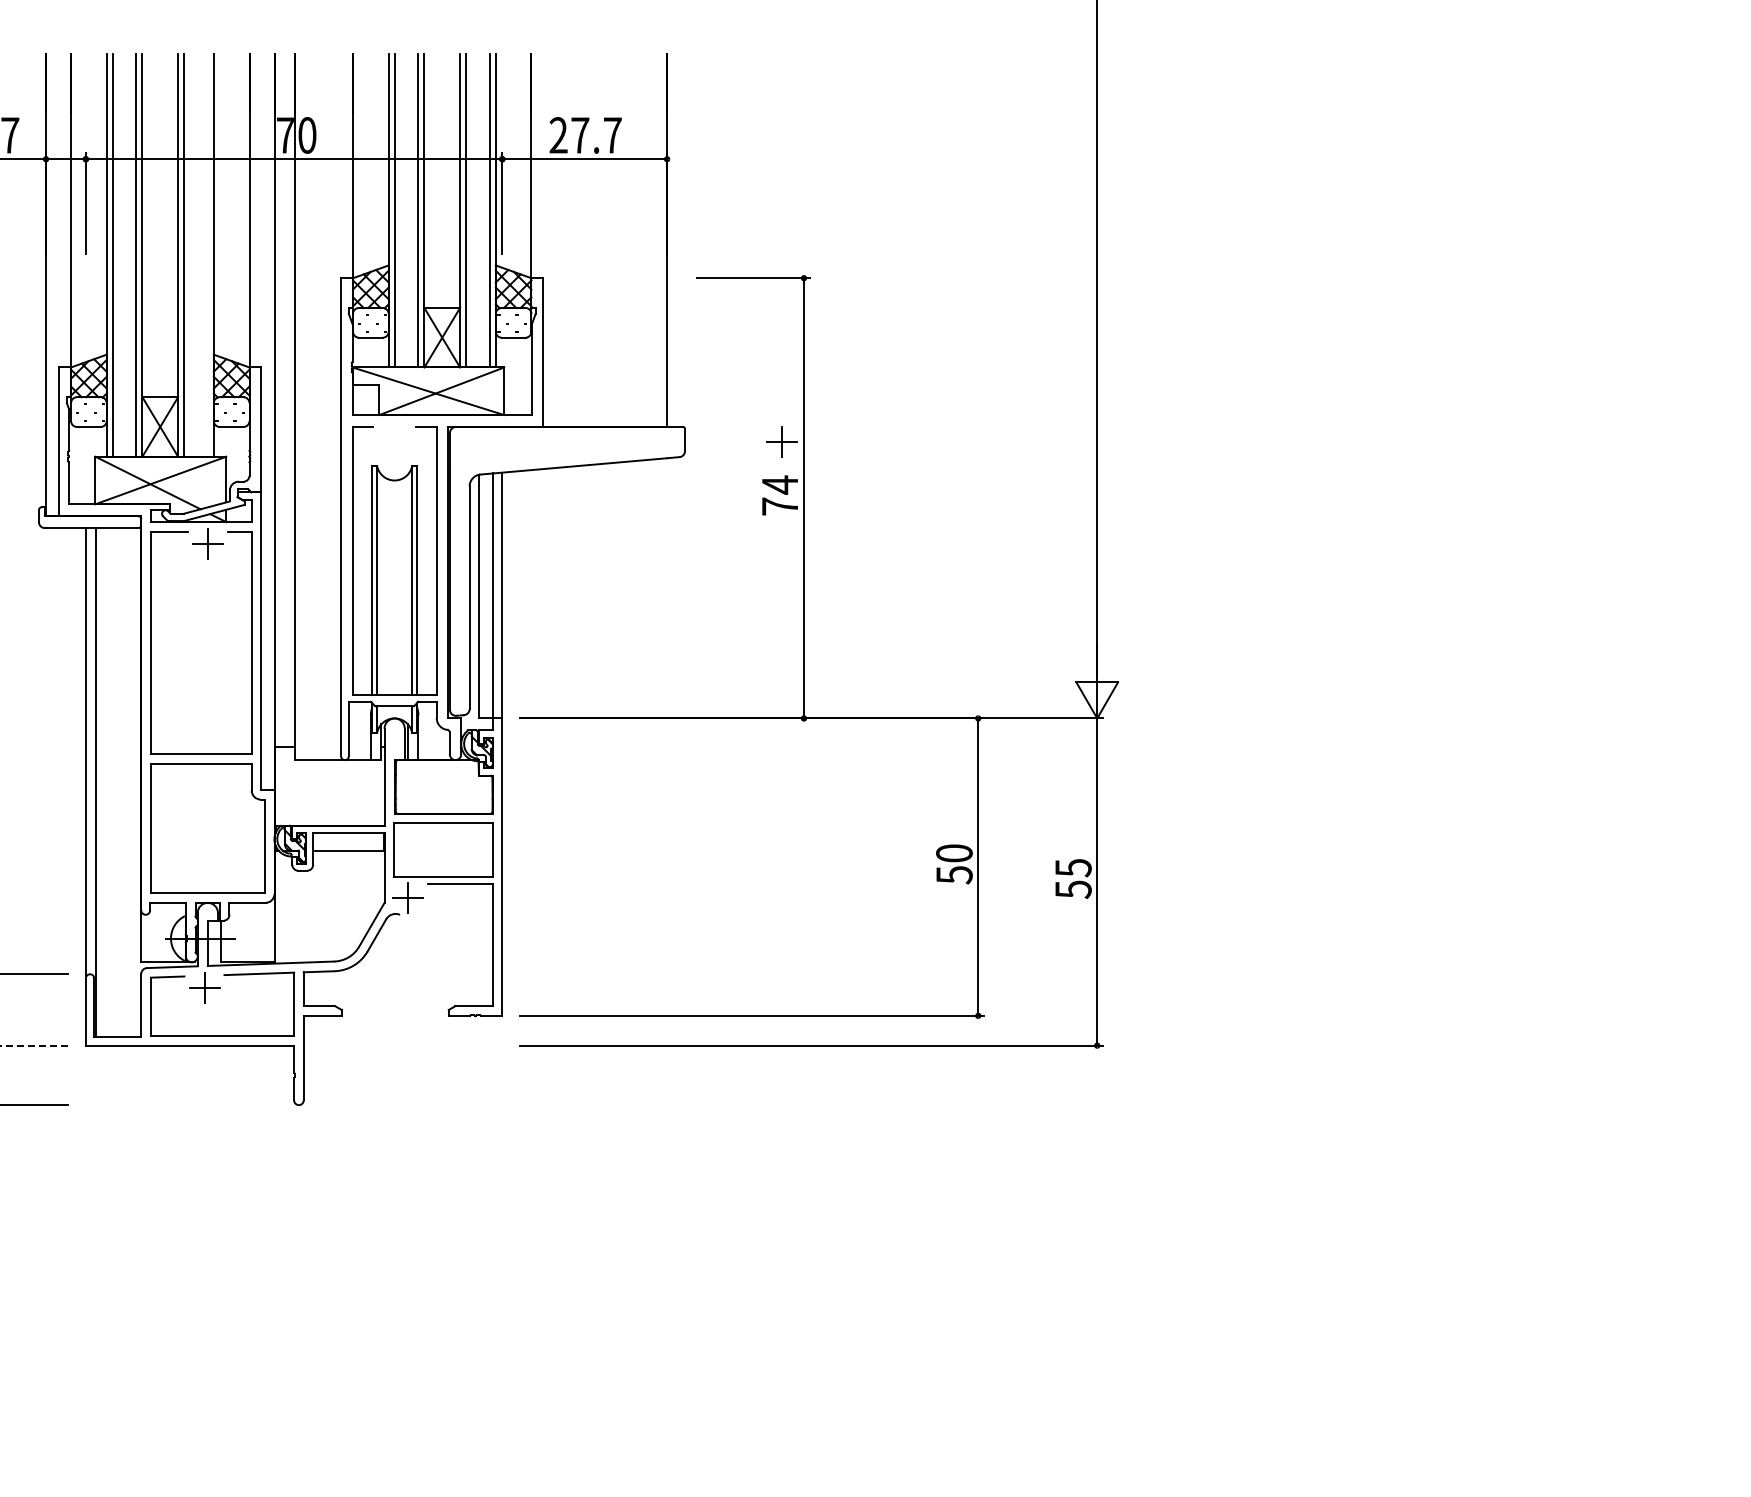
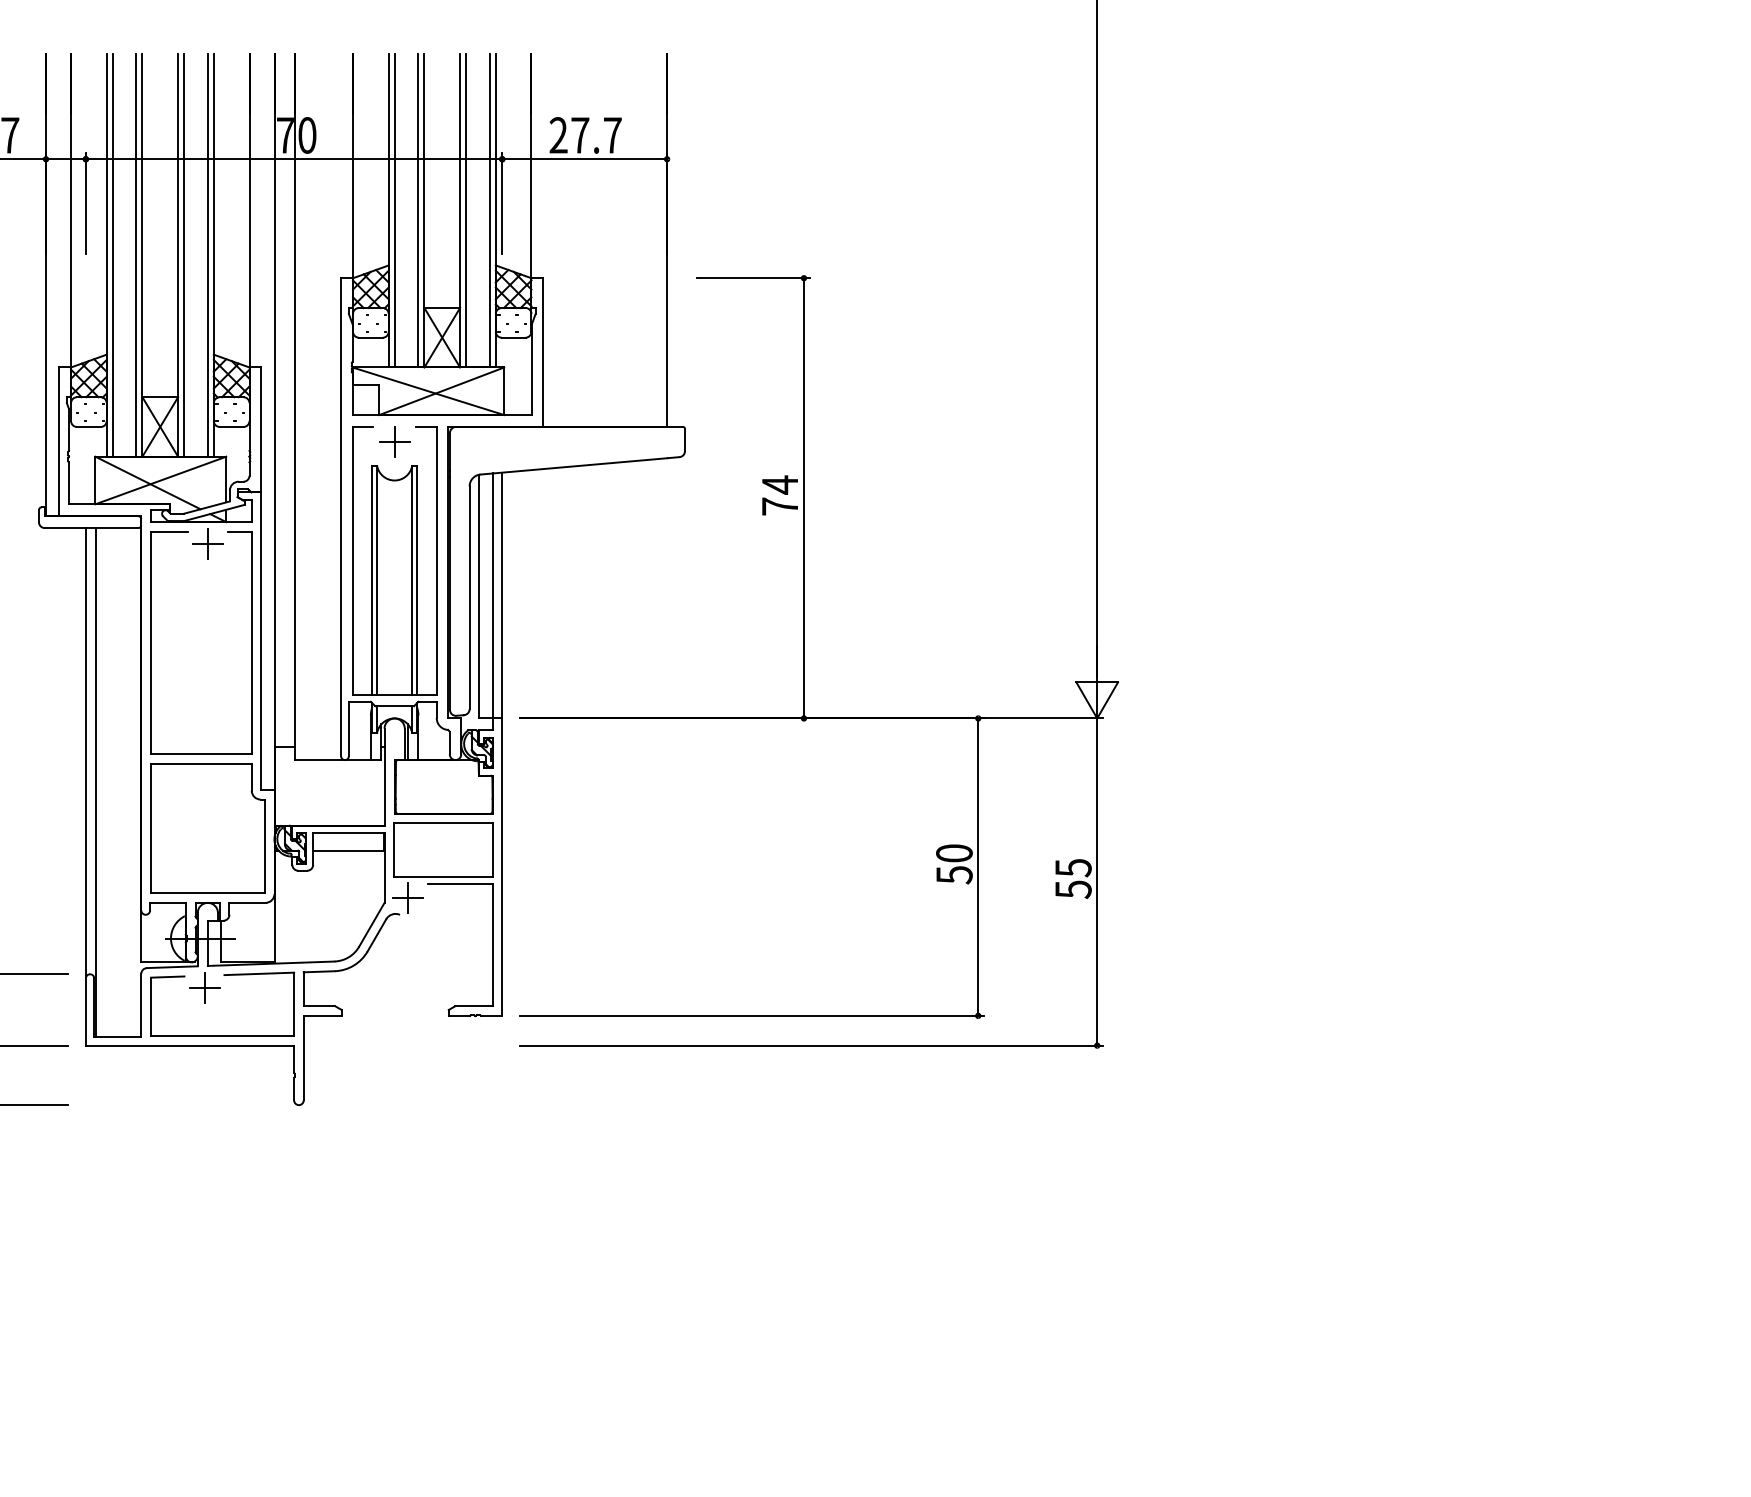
line at (207, 254): none -> present
part at (781, 441) position: (781, 441) -> (394, 441)
line at (34, 1045): dashed -> solid
